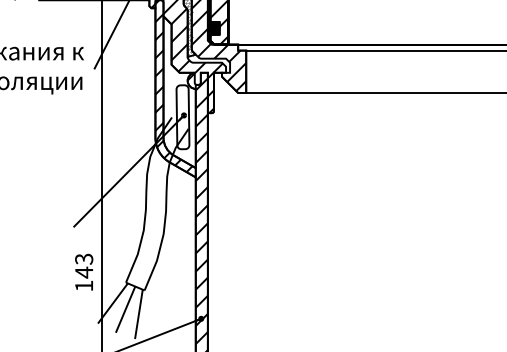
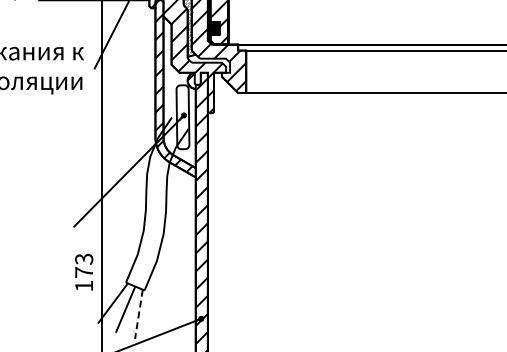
text at (83, 272): 143 -> 173
line at (138, 314): solid -> dashed
